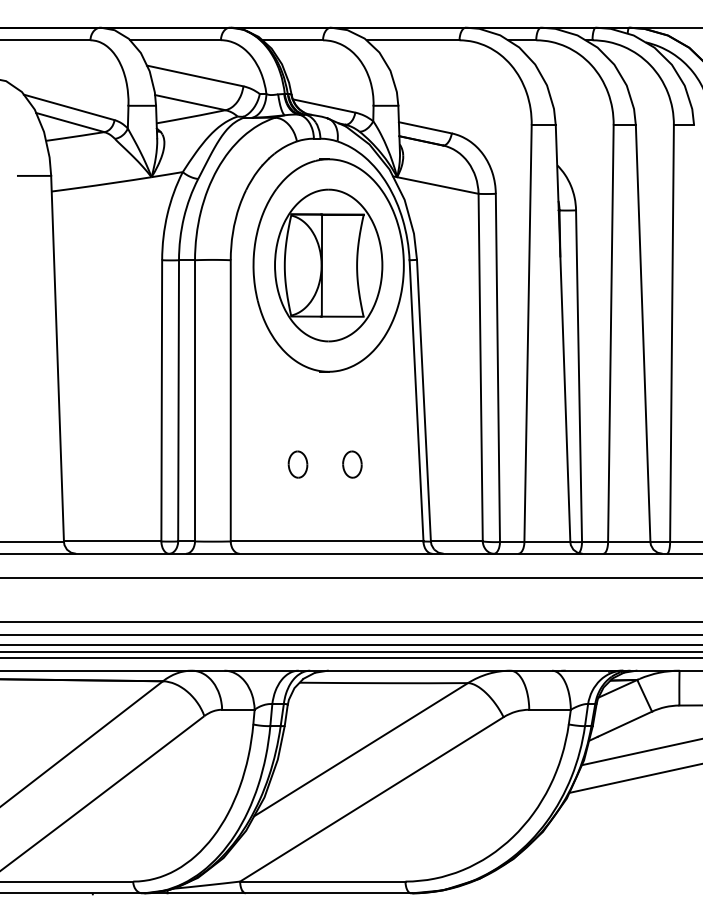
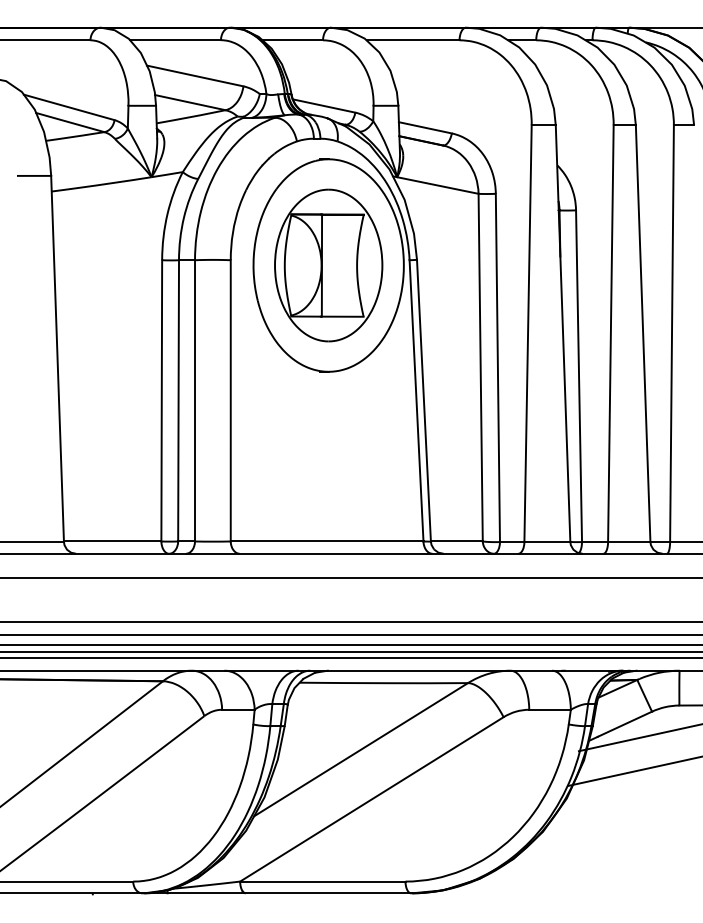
part at (297, 464): present -> none
part at (352, 464): present -> none
line at (640, 752) position: (640, 752) -> (638, 737)
line at (634, 778) position: (634, 778) -> (633, 771)
